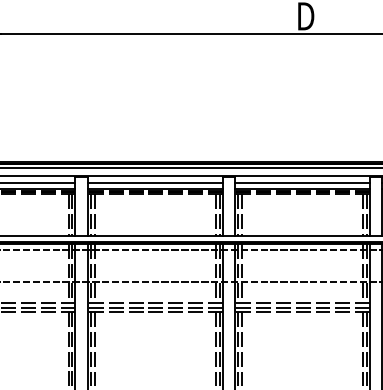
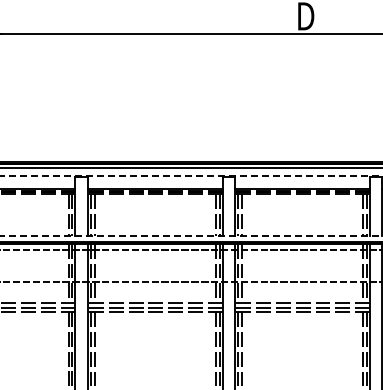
line at (191, 176): solid -> dashed
line at (38, 182): present -> none
line at (154, 182): present -> none
line at (302, 182): present -> none
line at (191, 236): solid -> dashed
